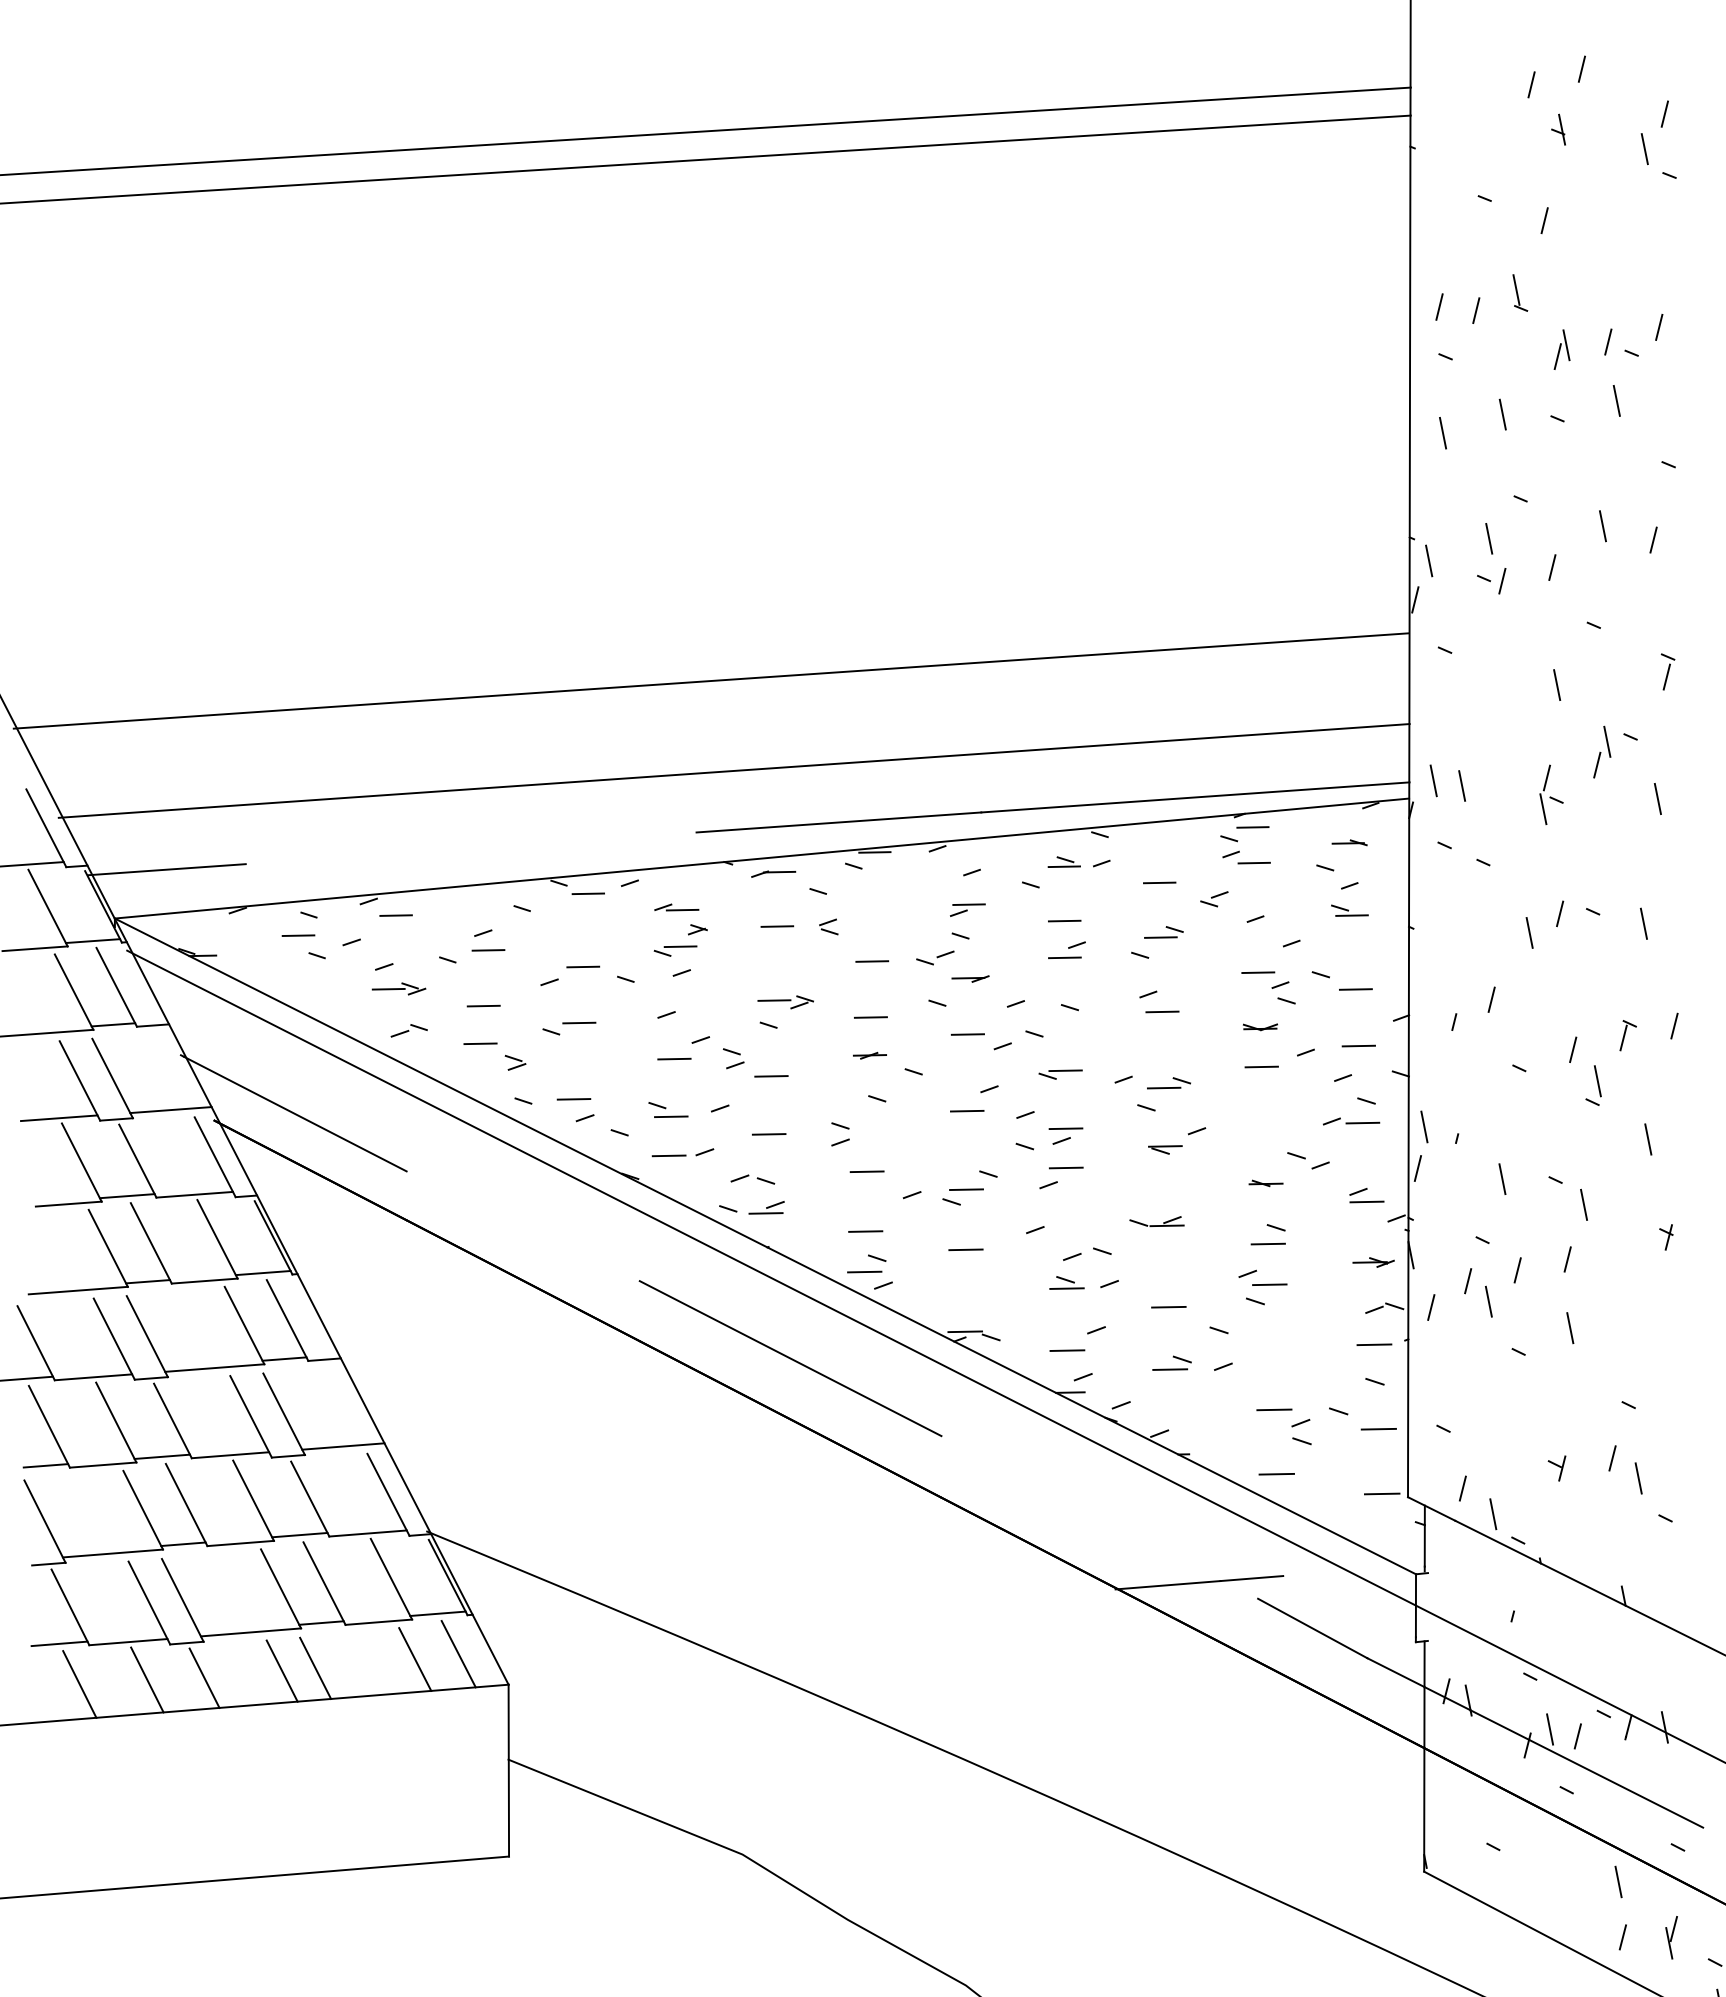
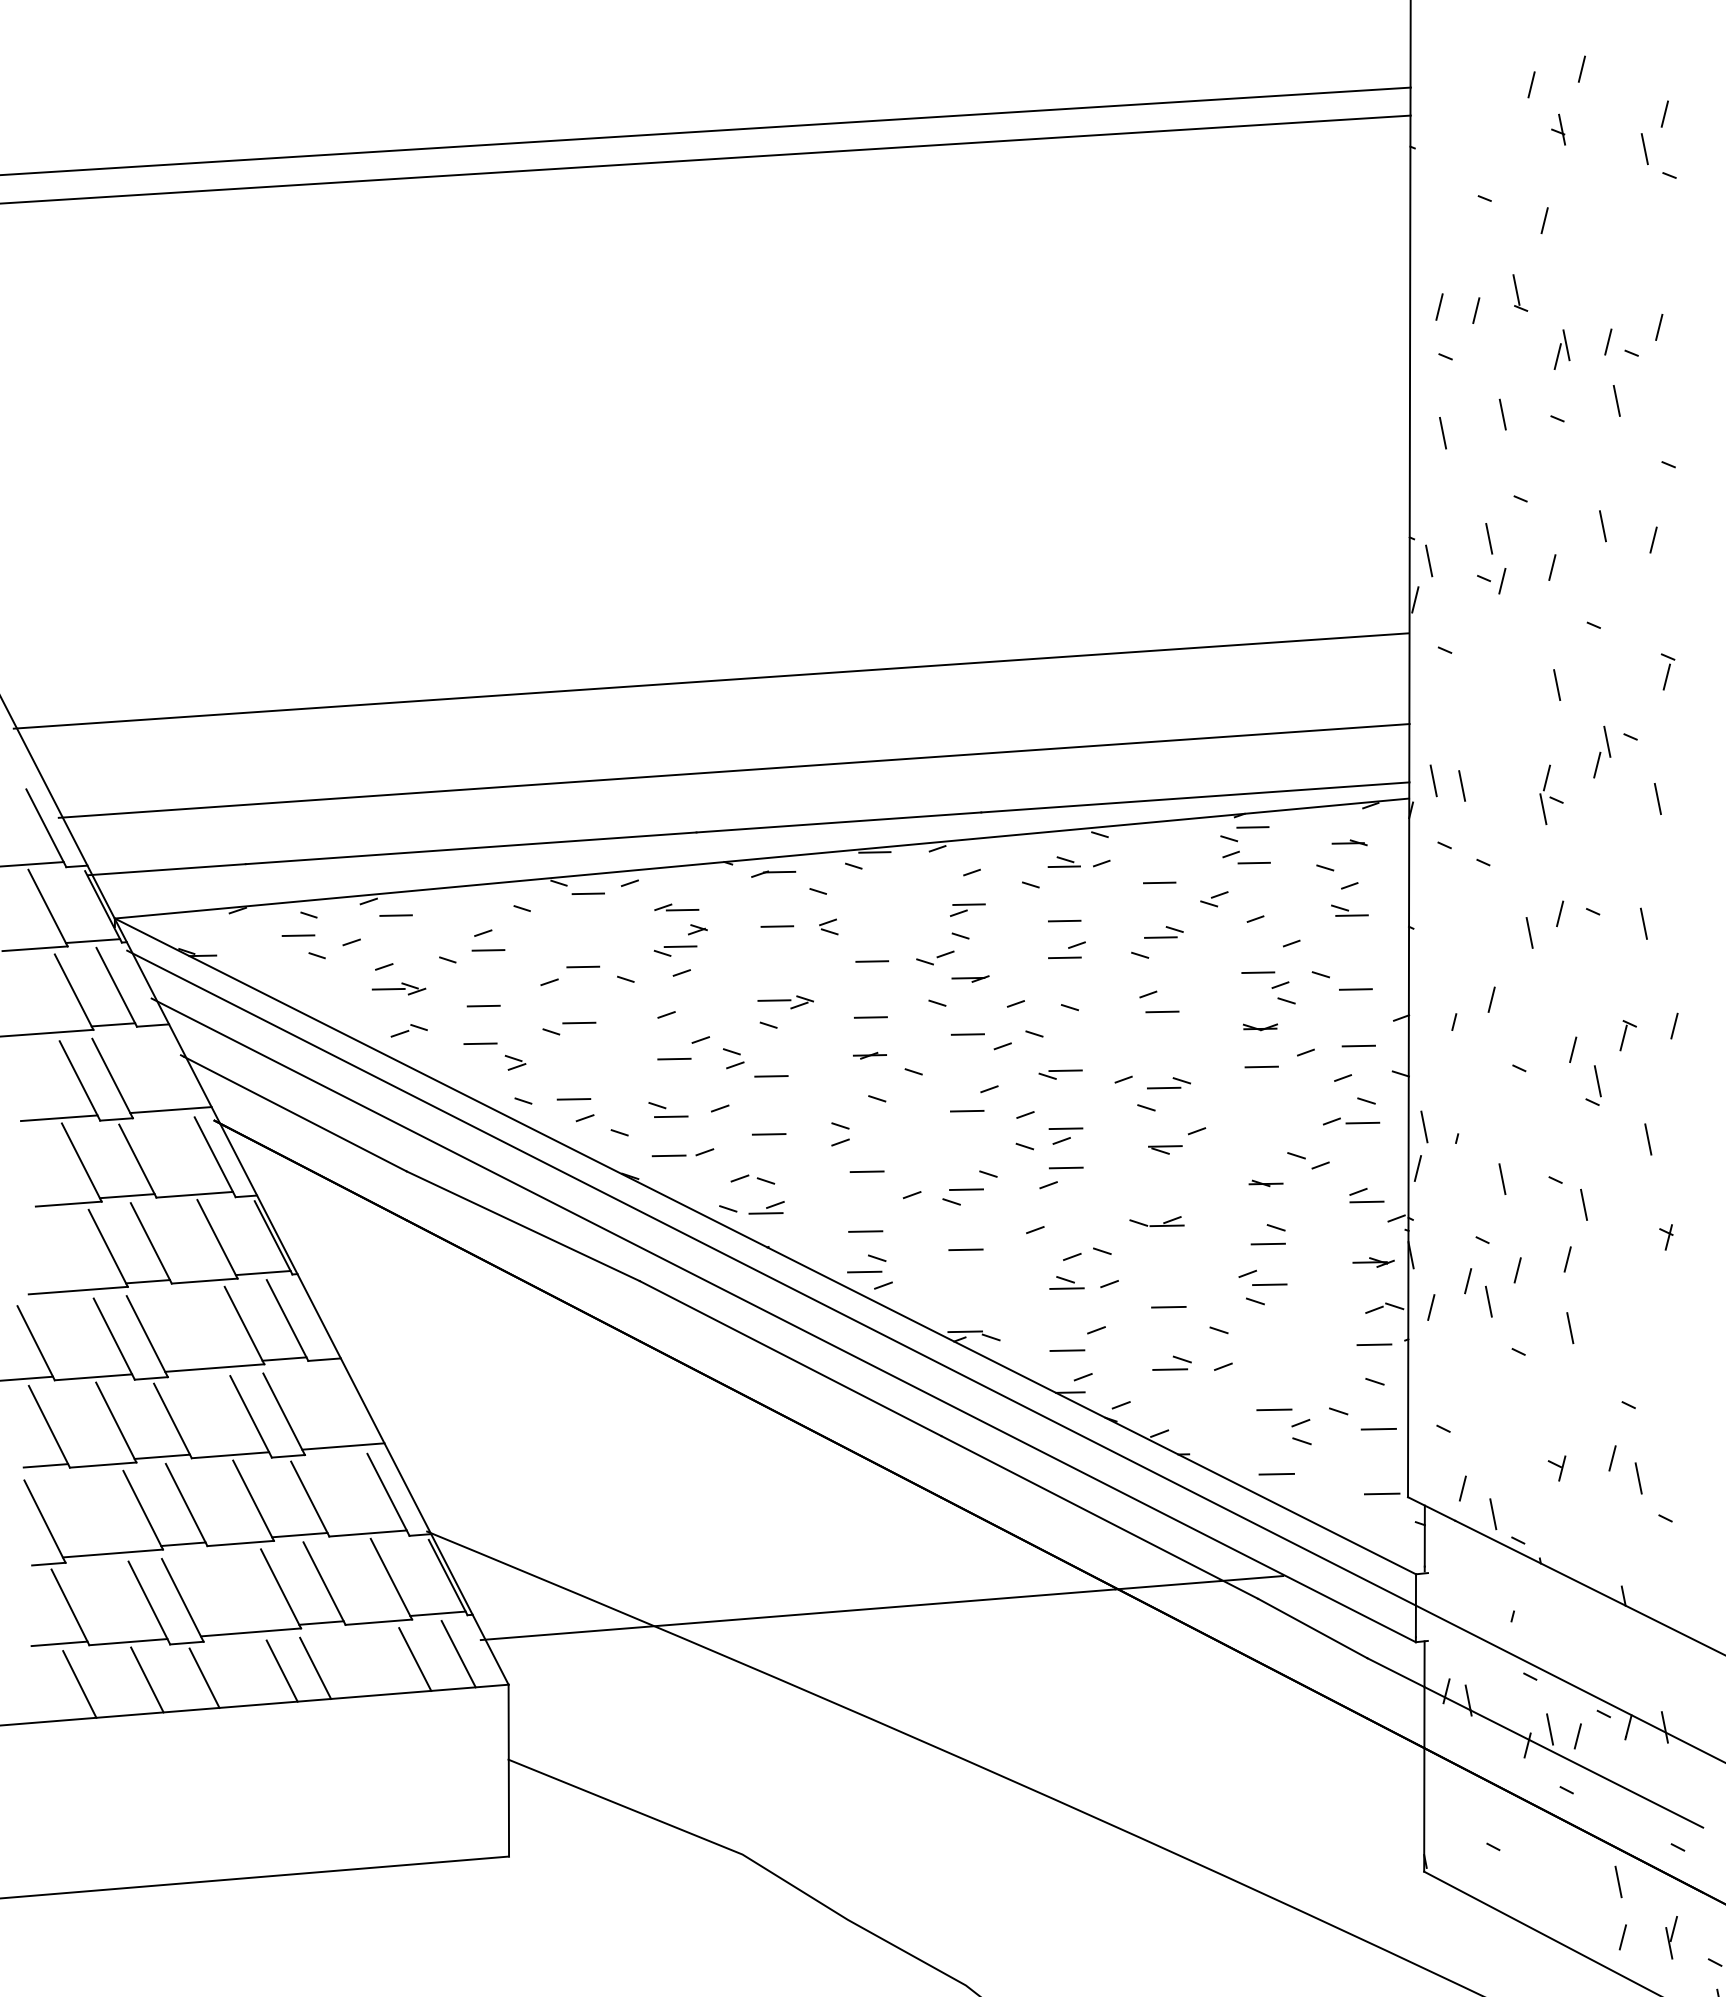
line at (470, 848): none -> present
line at (522, 1226): none -> present
line at (783, 1320): none -> present
line at (1099, 1517): none -> present
line at (797, 1614): none -> present
